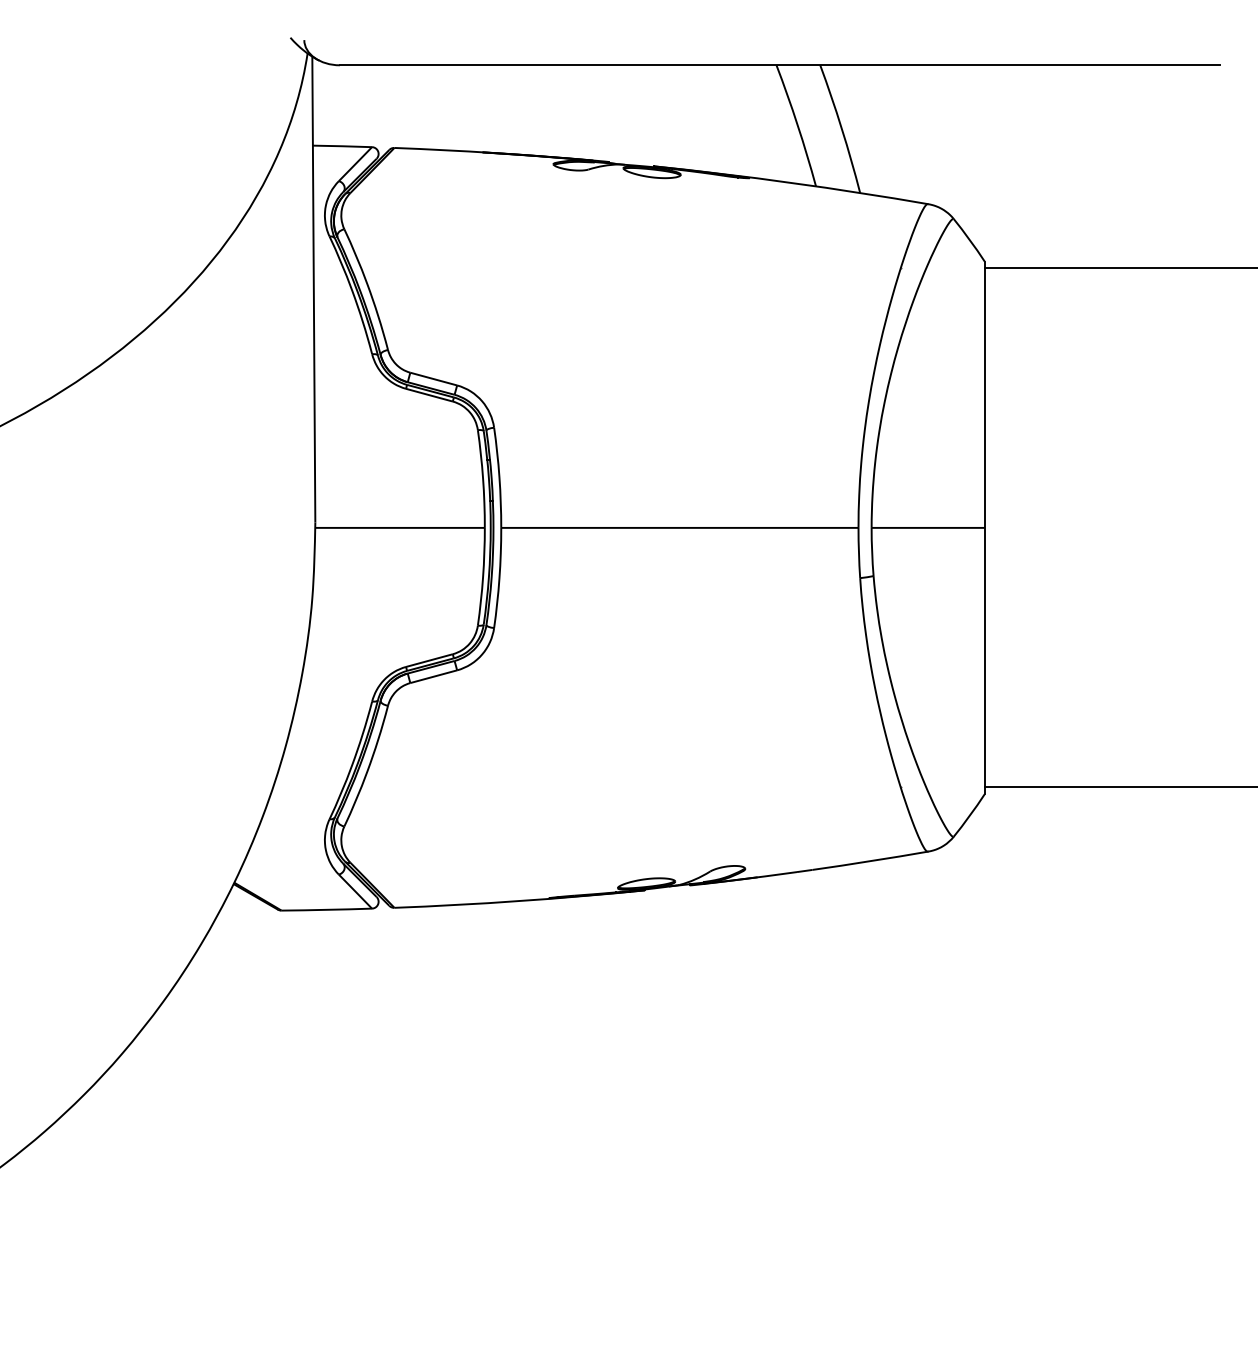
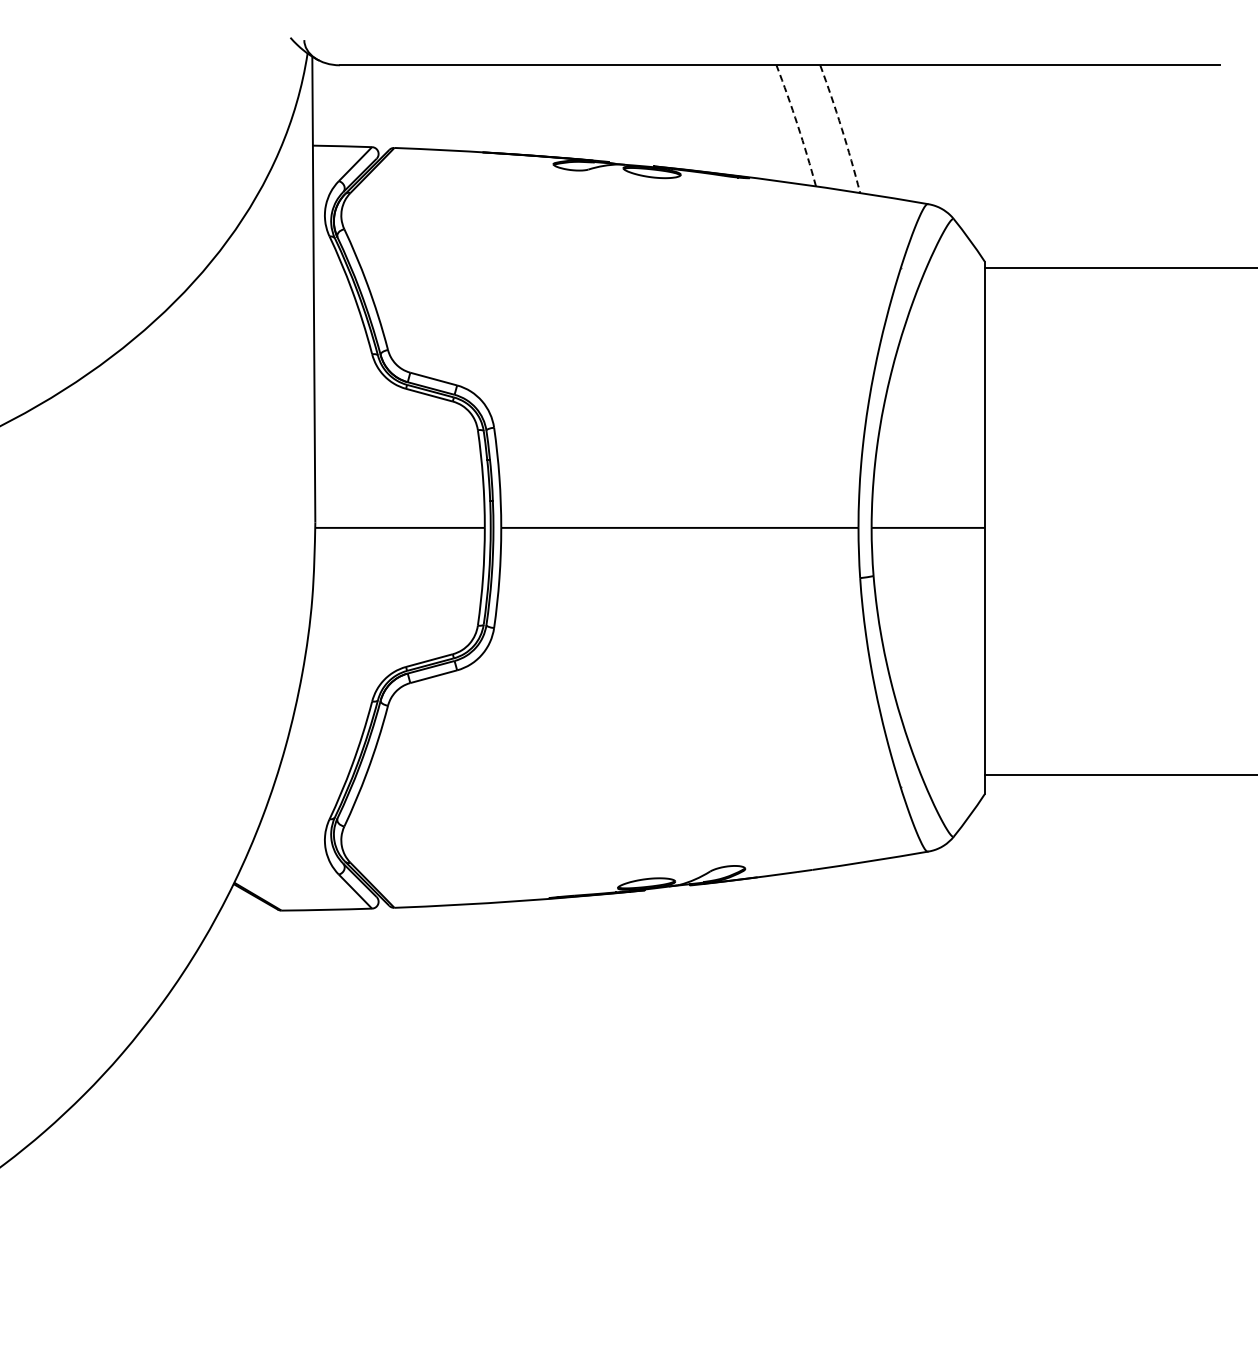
arc at (797, 125): solid -> dashed
arc at (841, 128): solid -> dashed
line at (1119, 787) position: (1119, 787) -> (1119, 775)
